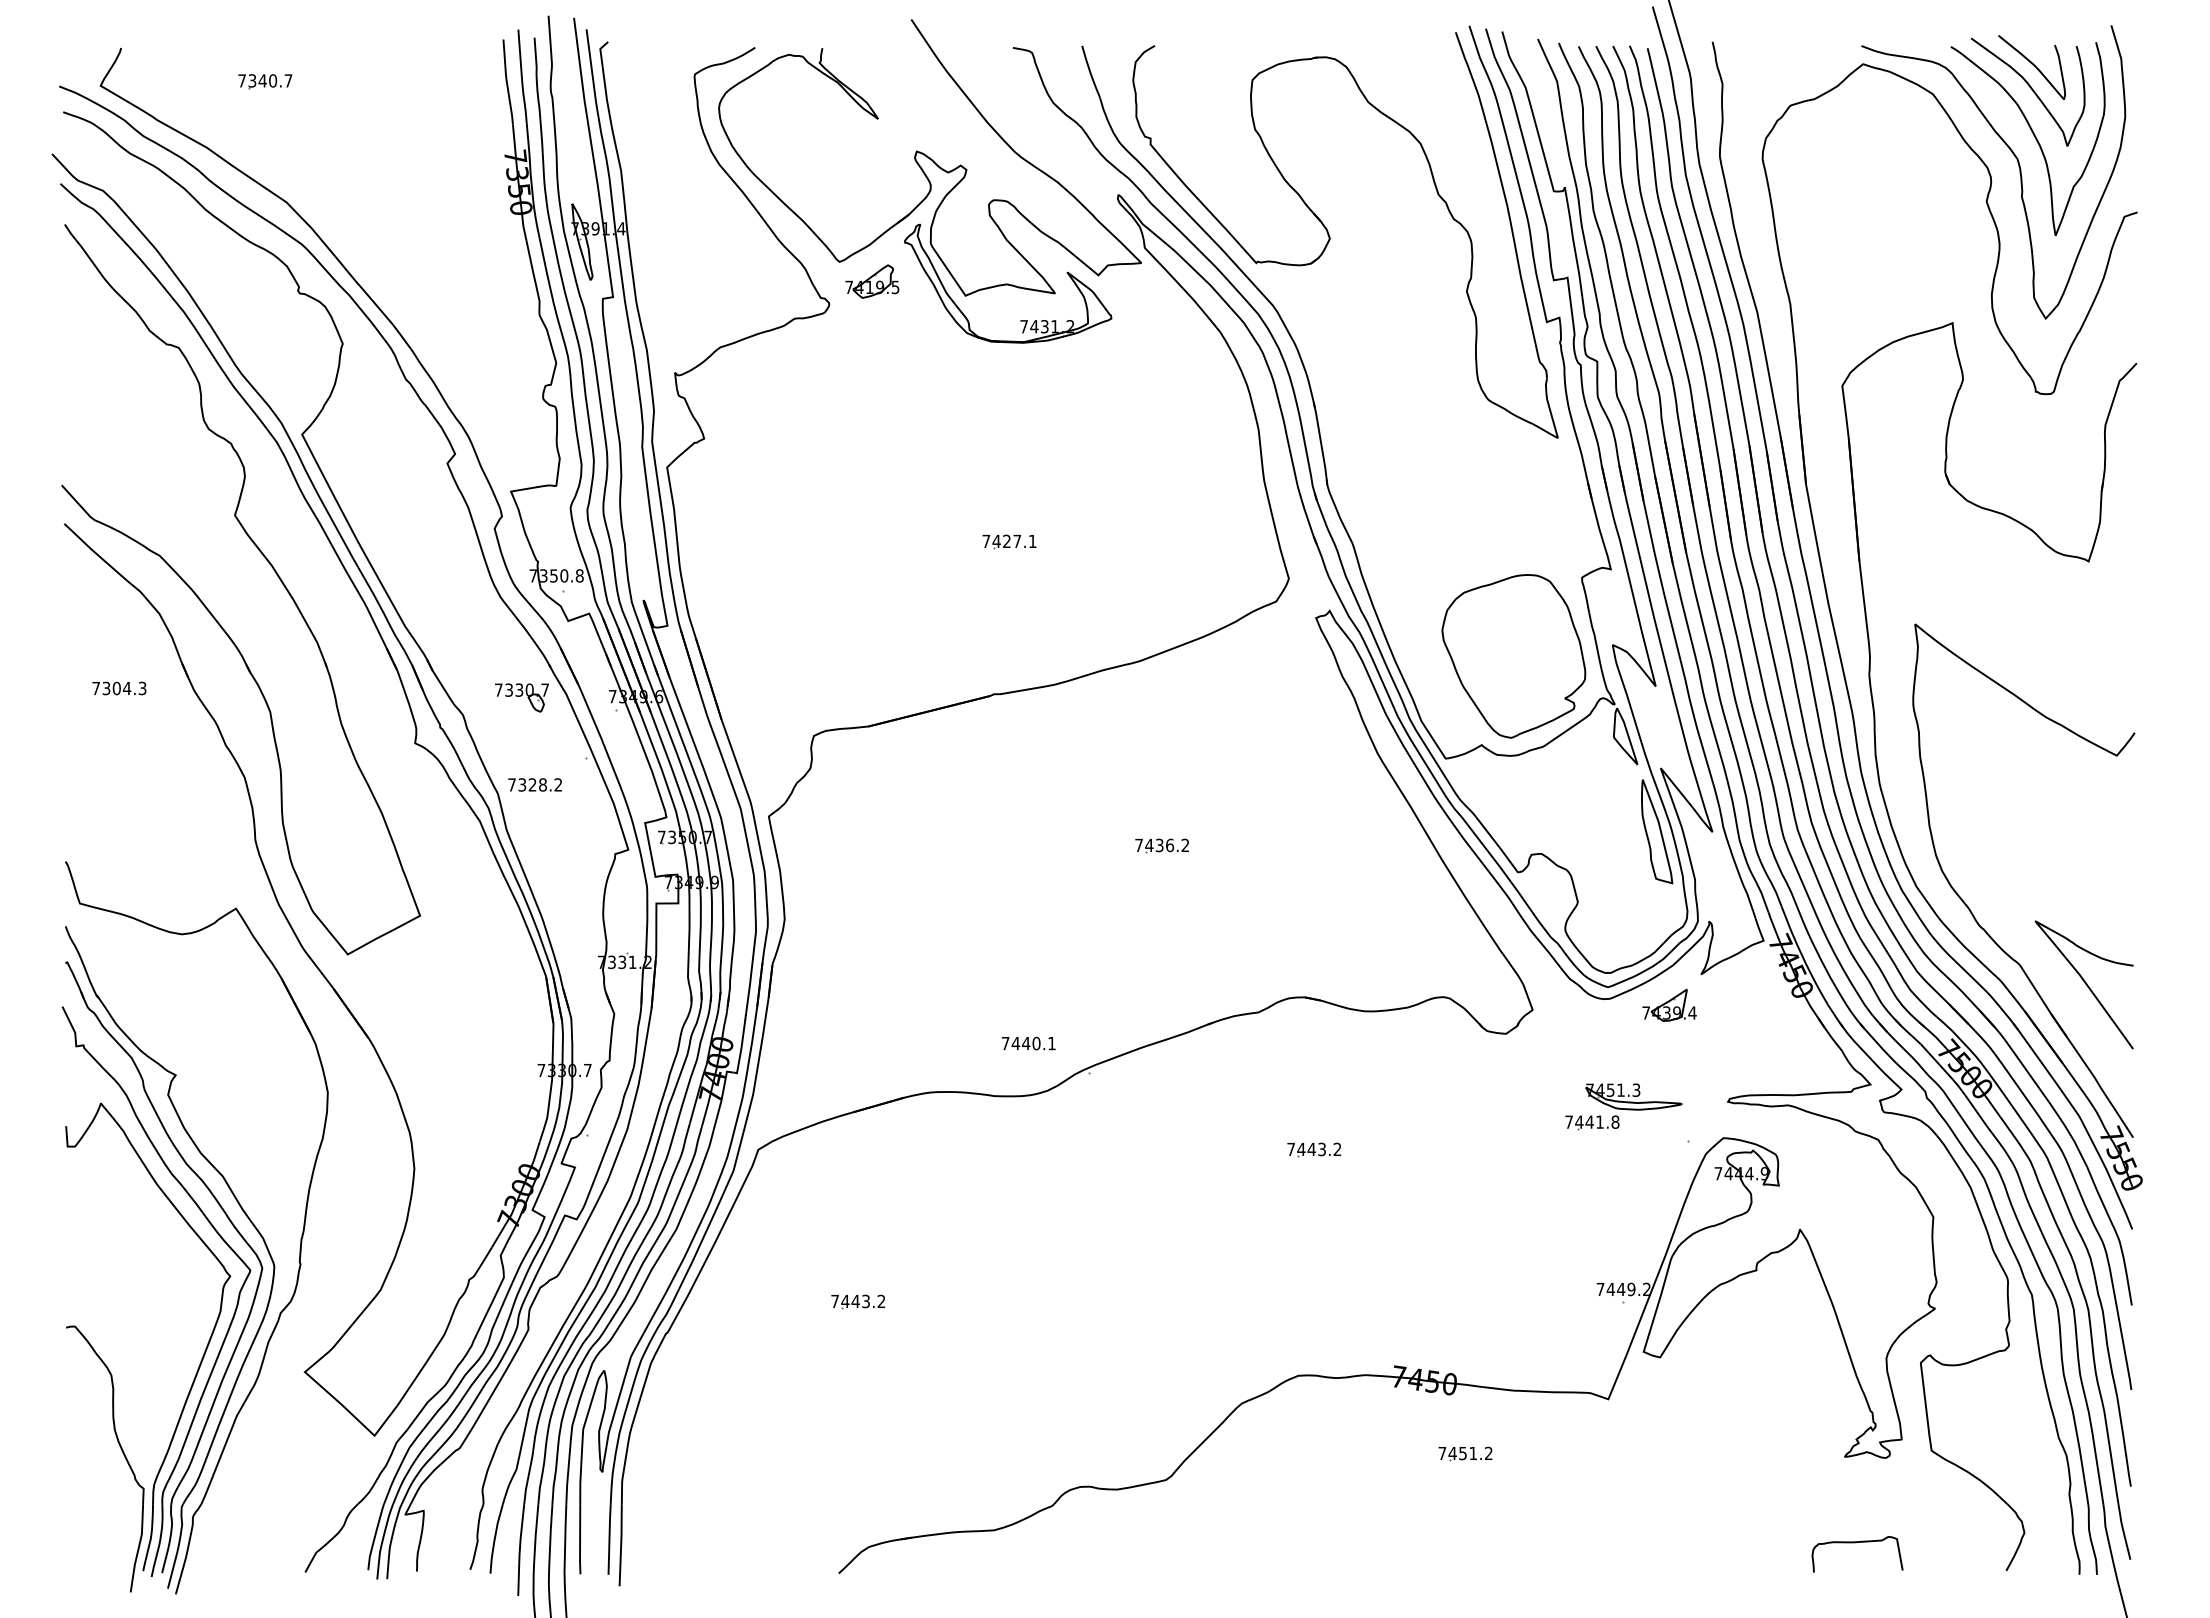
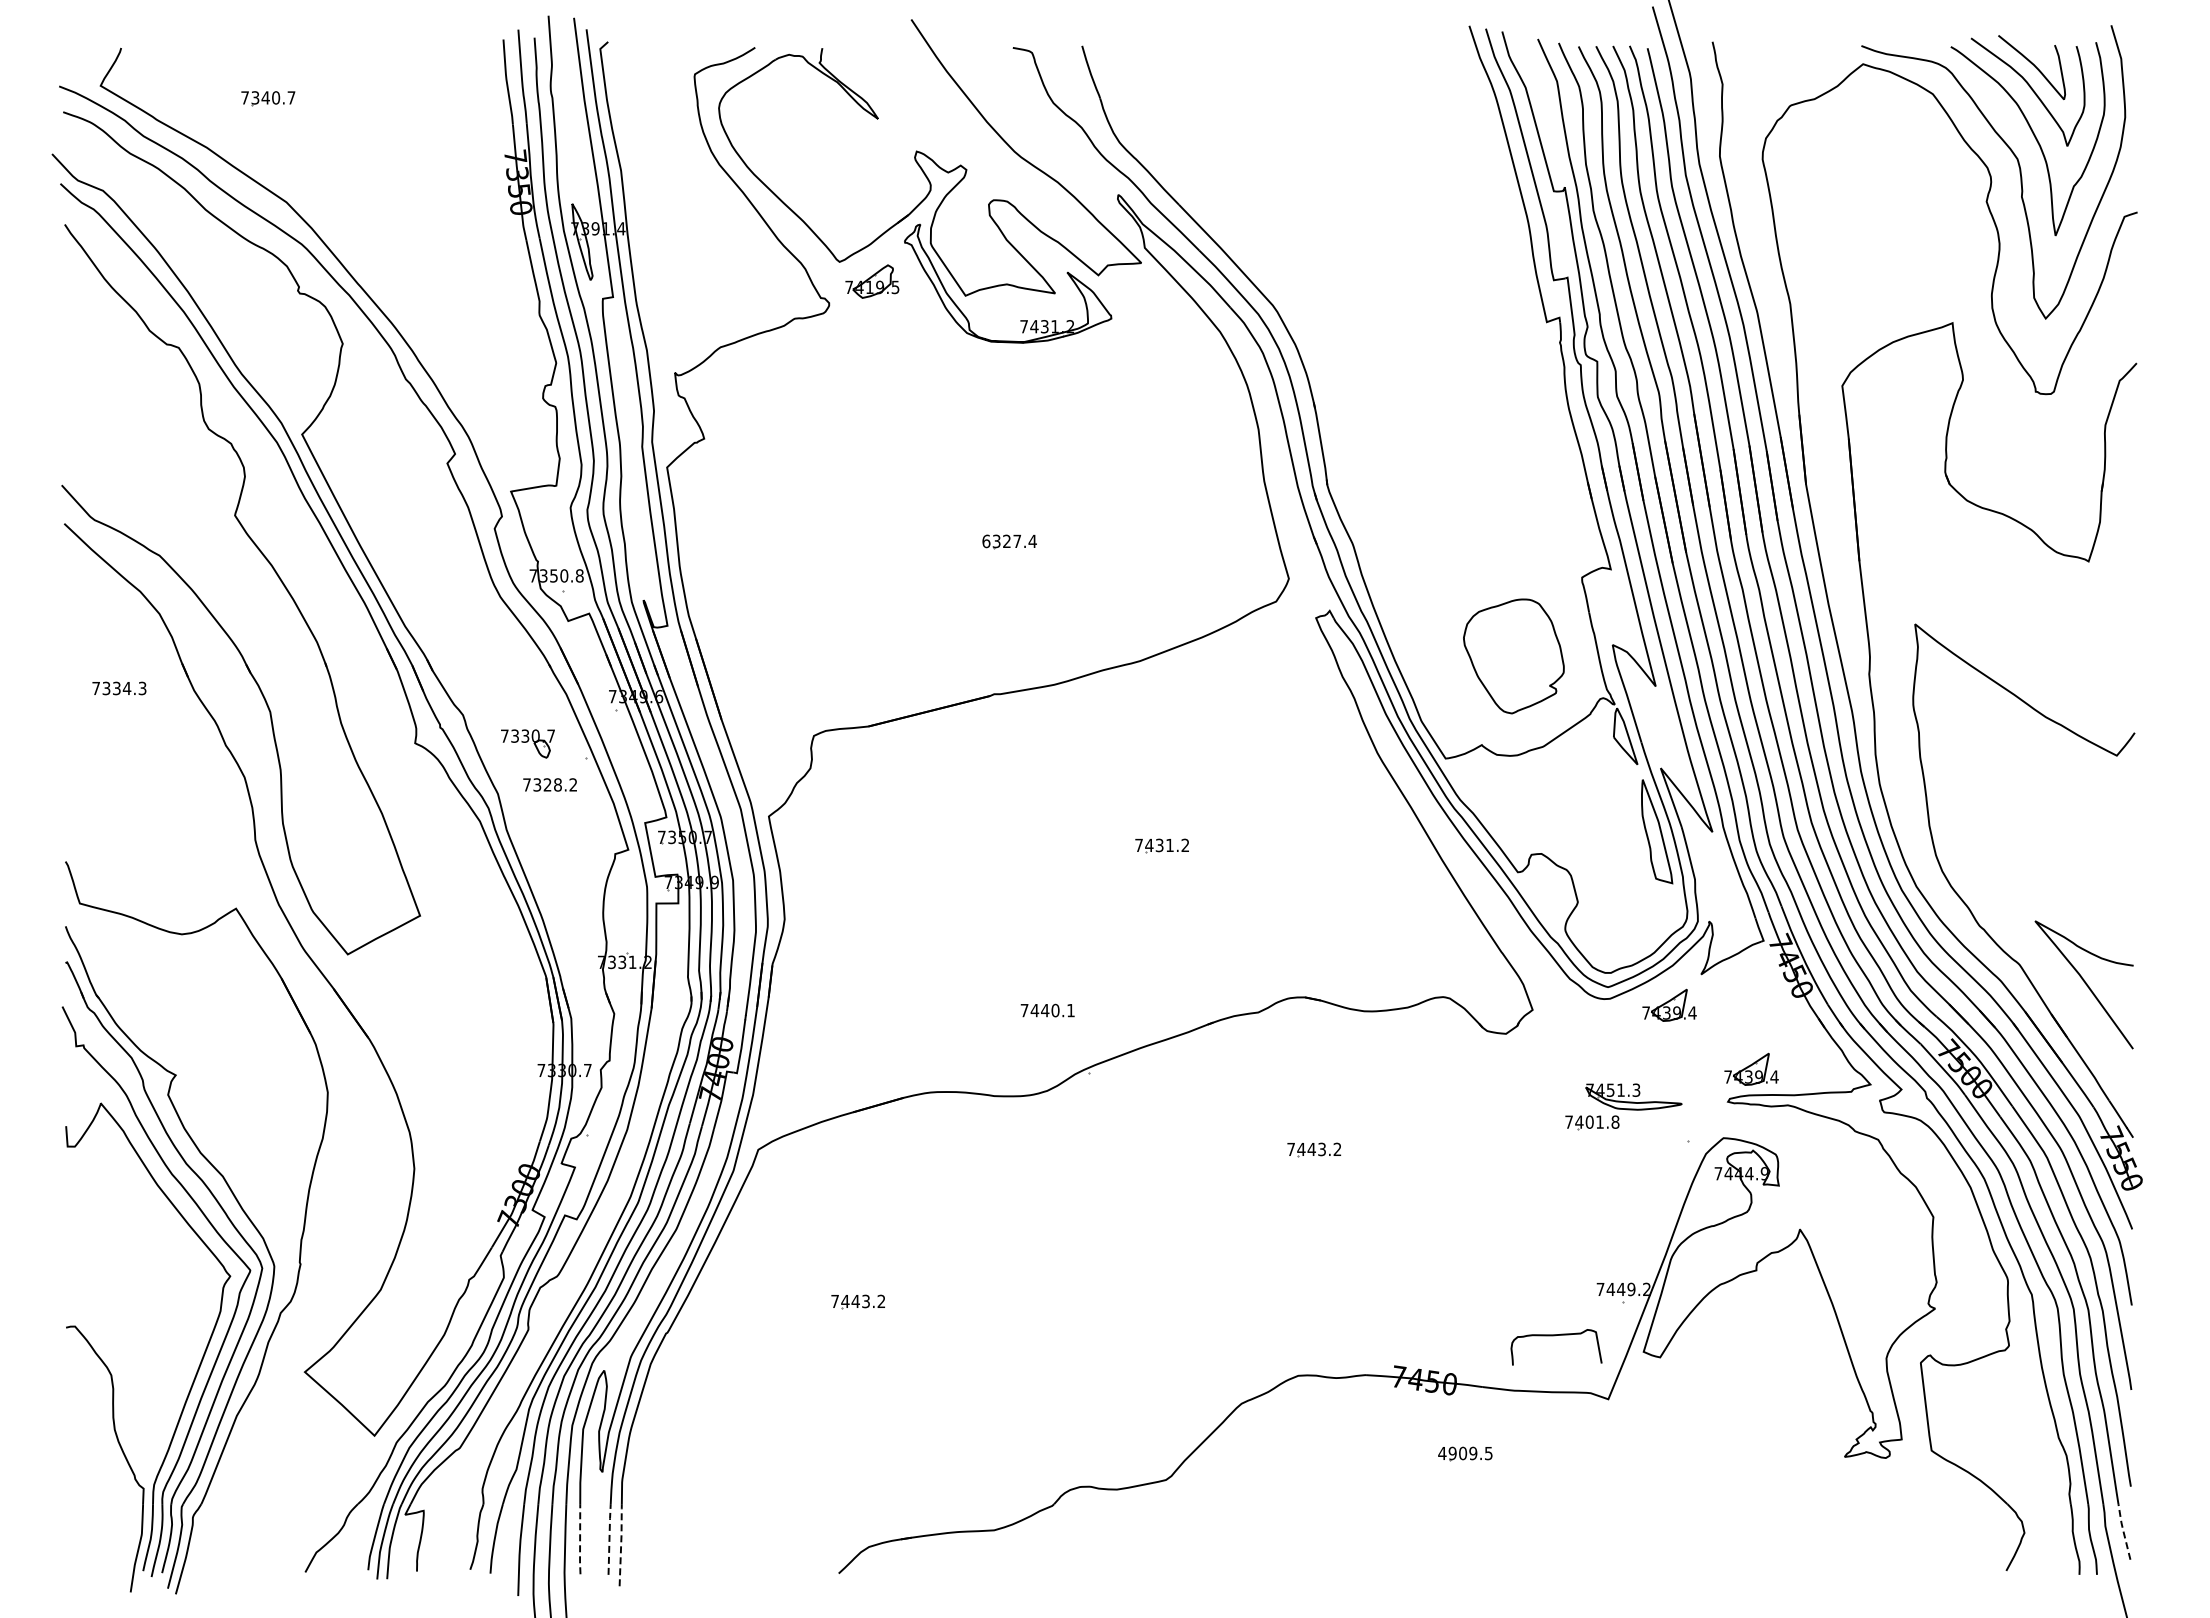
part at (265, 81) position: (265, 81) -> (268, 98)
part at (1330, 236): present -> none
text at (1009, 541): 7427.1 -> 6327.4
part at (1513, 656) size: 146x165 px -> 102x117 px
text at (116, 688): 7304.3 -> 7334.3
part at (521, 697) position: (521, 697) -> (527, 743)
text at (534, 784) position: (534, 784) -> (549, 784)
text at (1170, 845): 7436.2 -> 7431.2
text at (1028, 1043) position: (1028, 1043) -> (1047, 1010)
part at (1751, 1068): none -> present
text at (1589, 1121): 7441.8 -> 7401.8
text at (1465, 1453): 7451.2 -> 4909.5
line at (2123, 1531): solid -> dashed
line at (609, 1538): solid -> dashed
line at (580, 1540): solid -> dashed
curve at (1856, 1543) position: (1856, 1543) -> (1555, 1336)
line at (621, 1544): solid -> dashed
